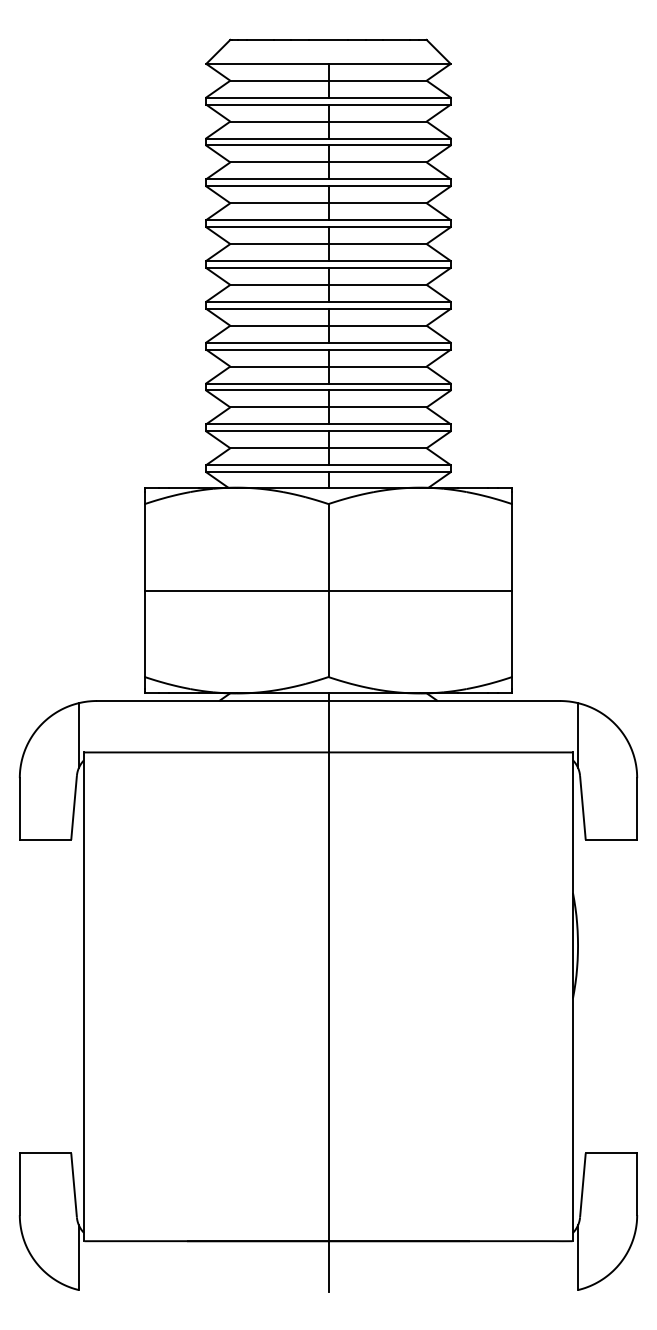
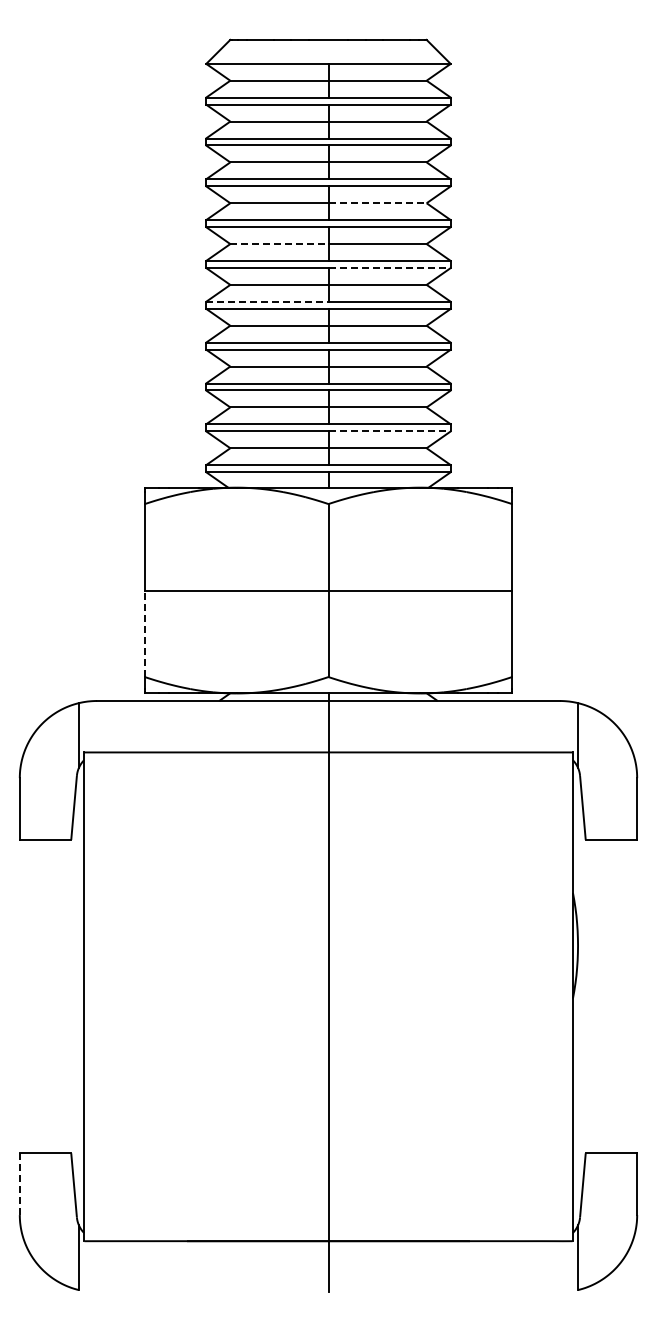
line at (378, 203): solid -> dashed
line at (279, 244): solid -> dashed
line at (390, 267): solid -> dashed
line at (267, 301): solid -> dashed
line at (390, 431): solid -> dashed
line at (144, 633): solid -> dashed
line at (19, 1184): solid -> dashed
